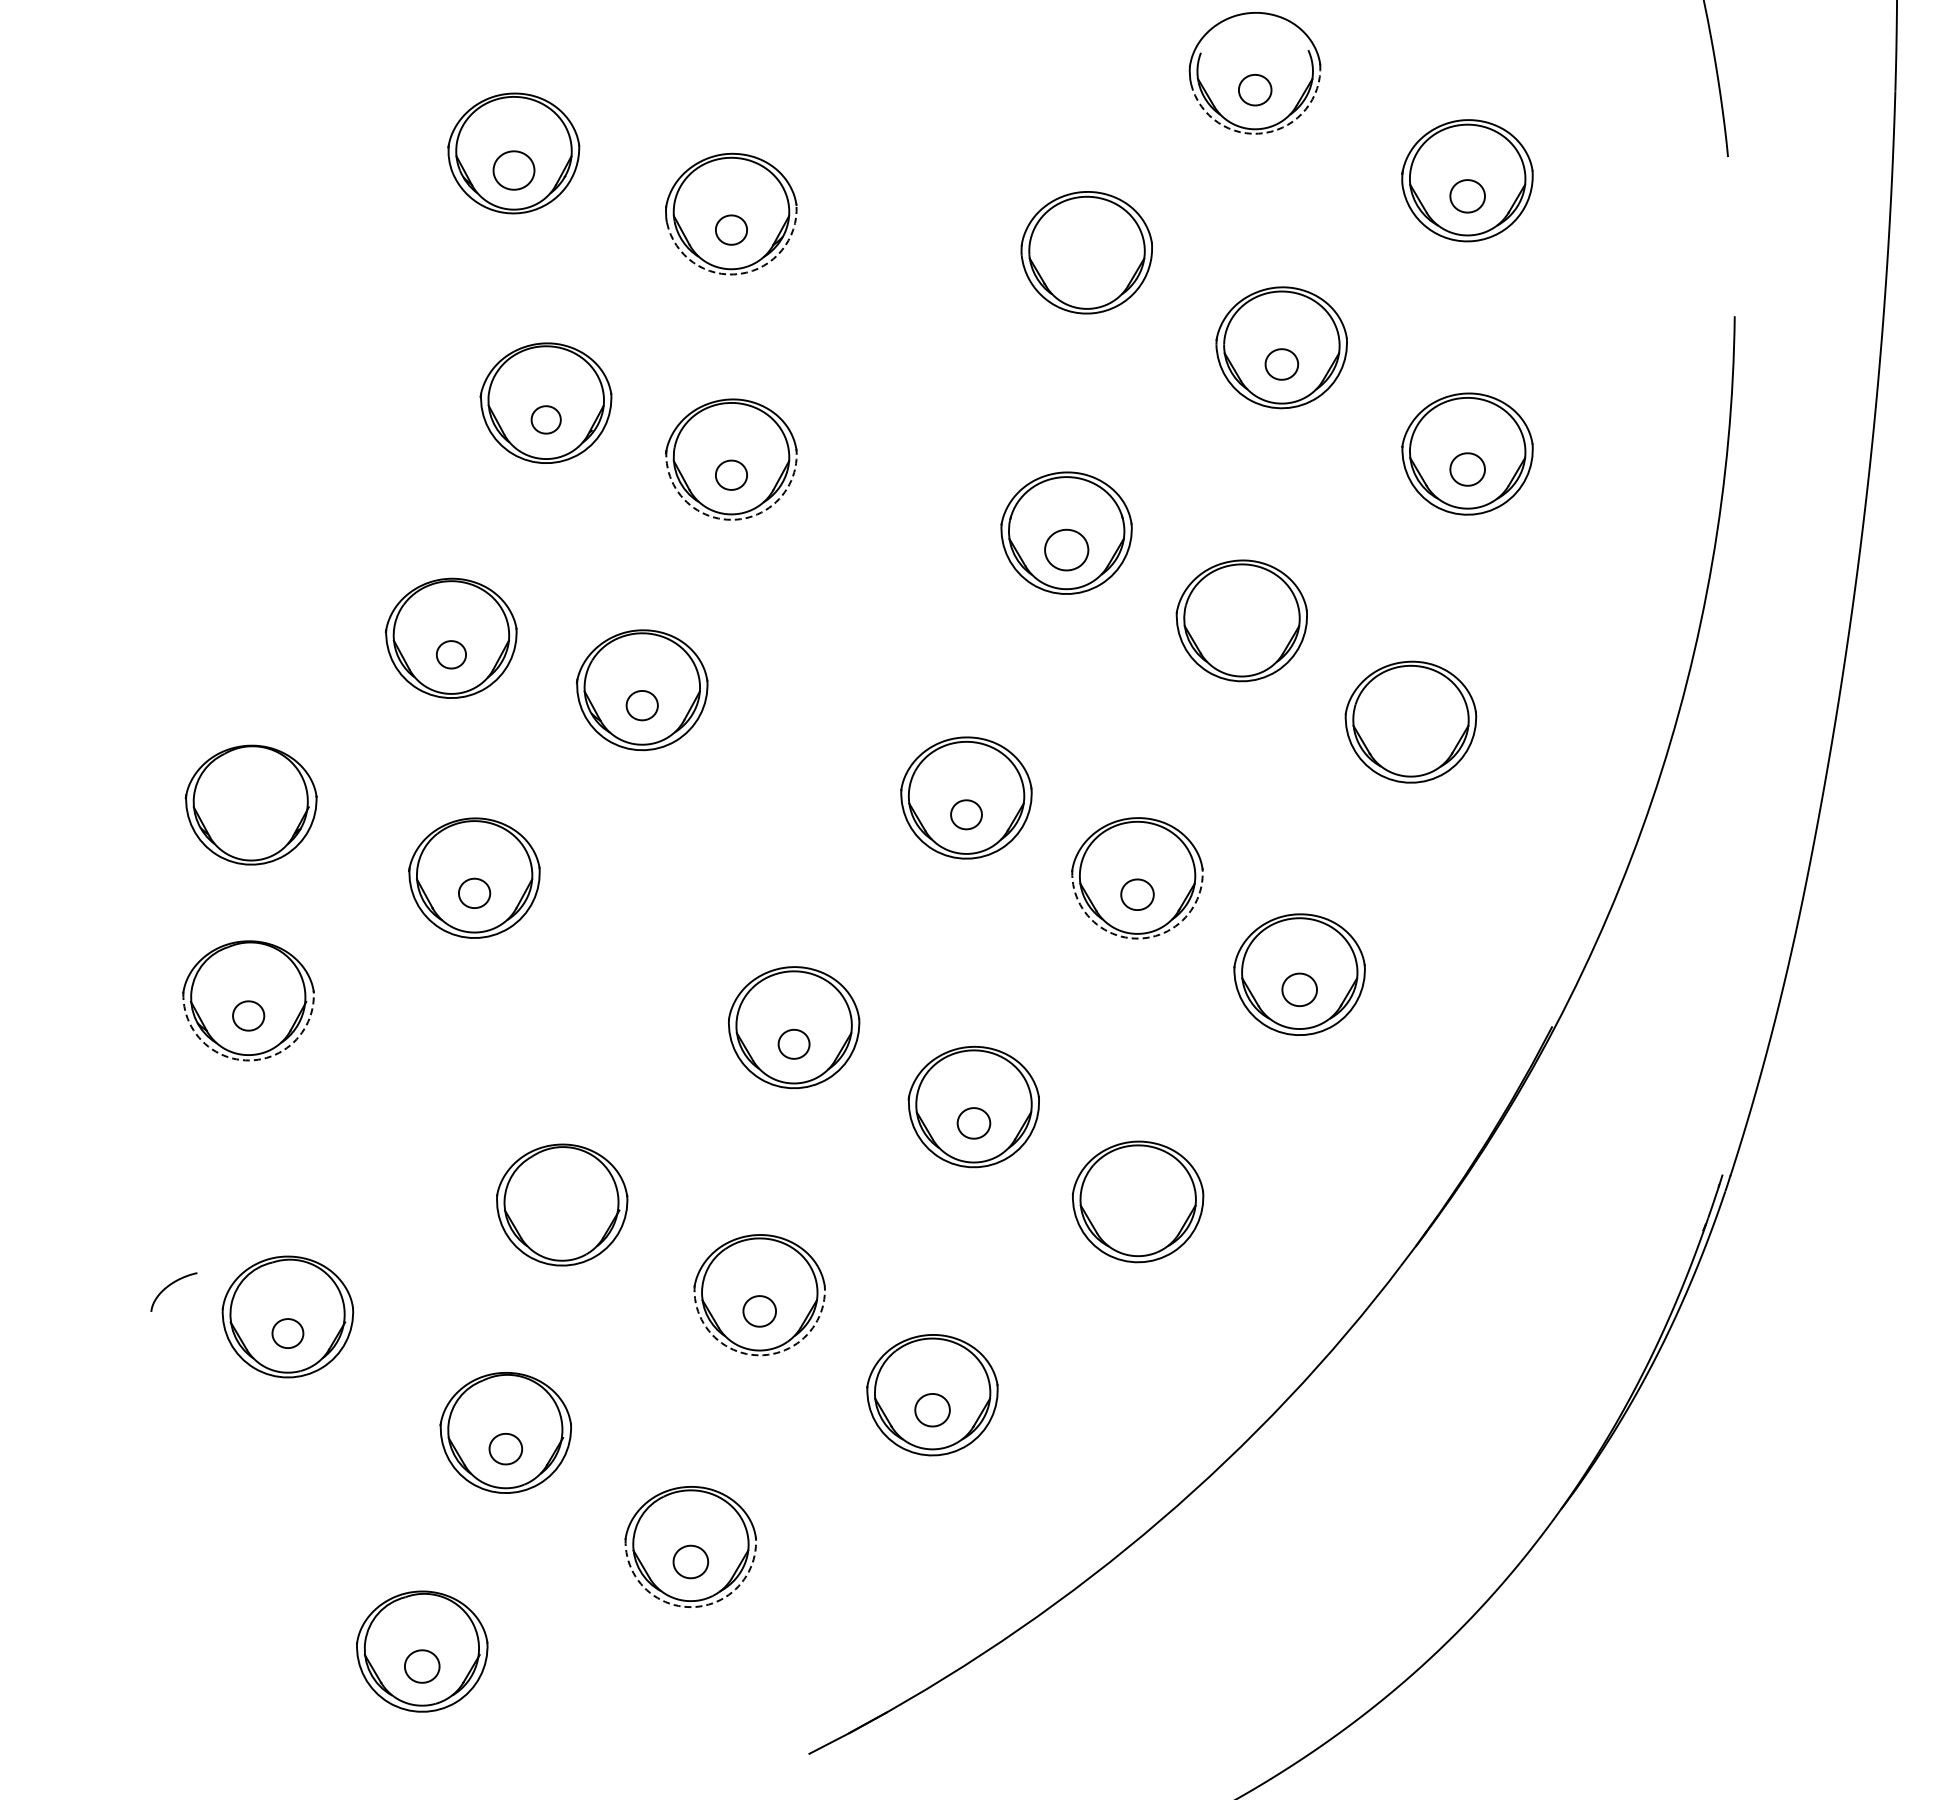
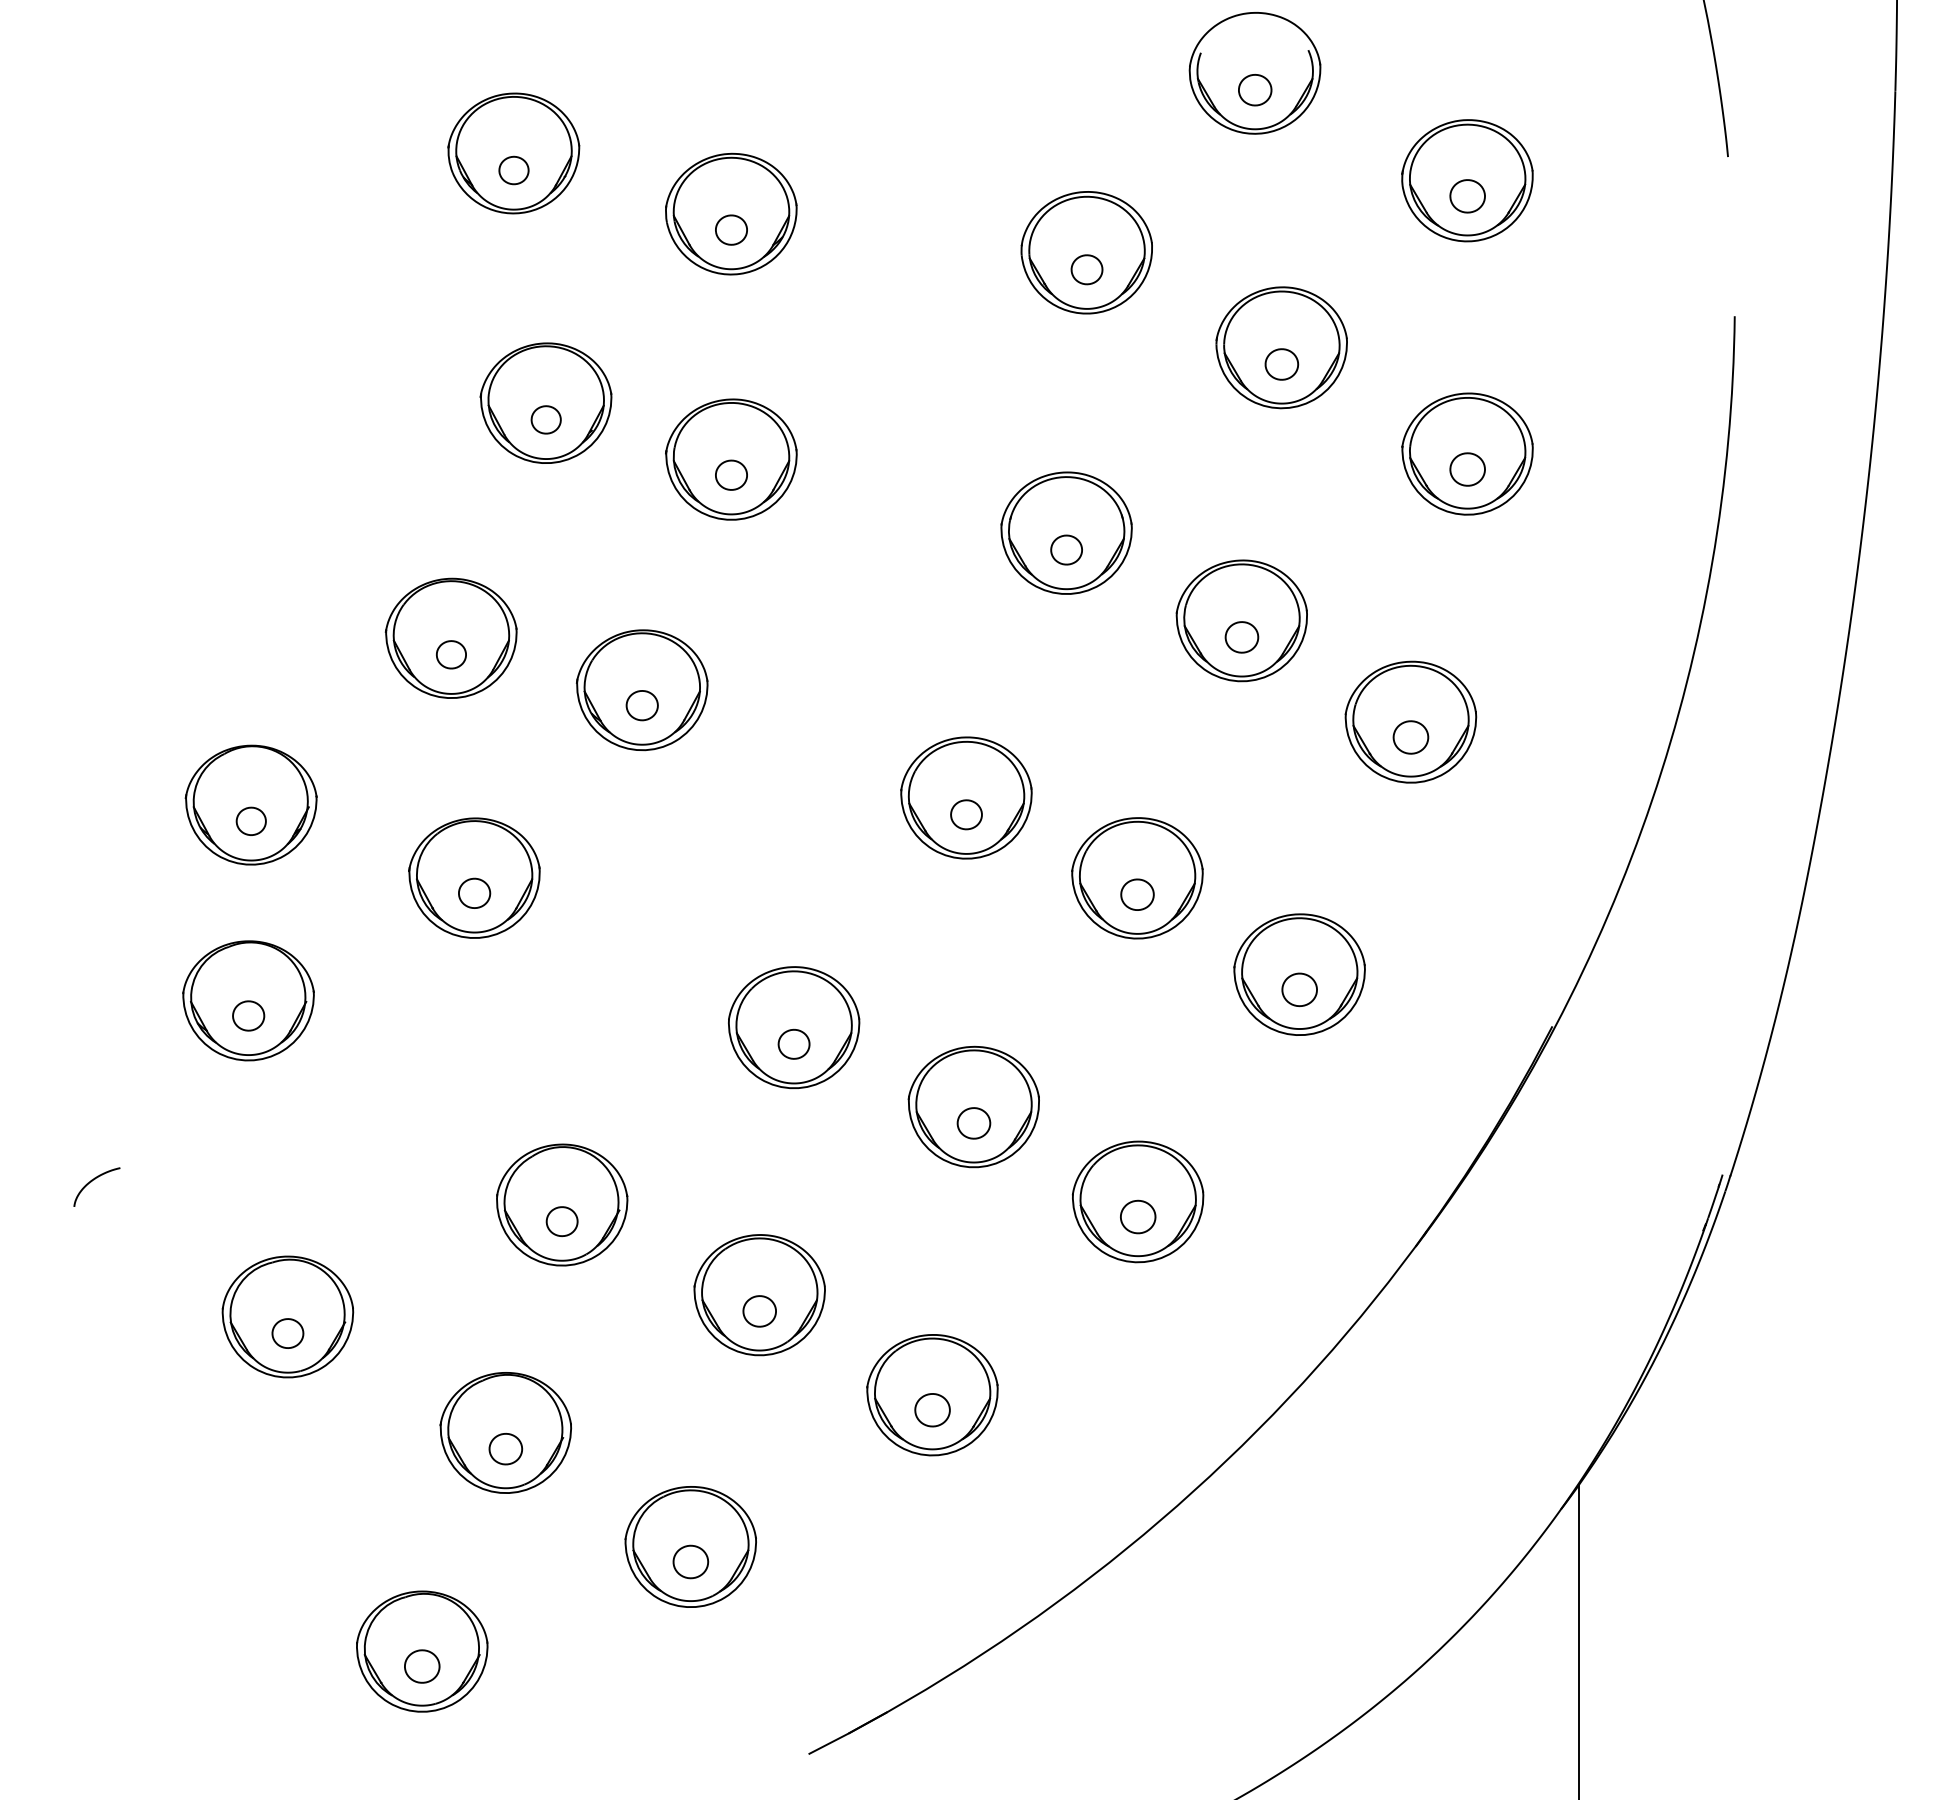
arc at (1264, 133): dashed -> solid
part at (513, 170) size: 44x41 px -> 32x31 px
part at (1086, 269): none -> present
arc at (740, 273): dashed -> solid
arc at (731, 519): dashed -> solid
part at (1066, 549) size: 46x44 px -> 33x32 px
part at (1241, 637): none -> present
part at (1410, 737): none -> present
part at (250, 820): none -> present
arc at (1138, 938): dashed -> solid
arc at (249, 1060): dashed -> solid
part at (1138, 1216): none -> present
part at (561, 1221): none -> present
curve at (169, 1286) position: (169, 1286) -> (92, 1181)
arc at (759, 1355): dashed -> solid
arc at (691, 1607): dashed -> solid
line at (1578, 1640): none -> present
